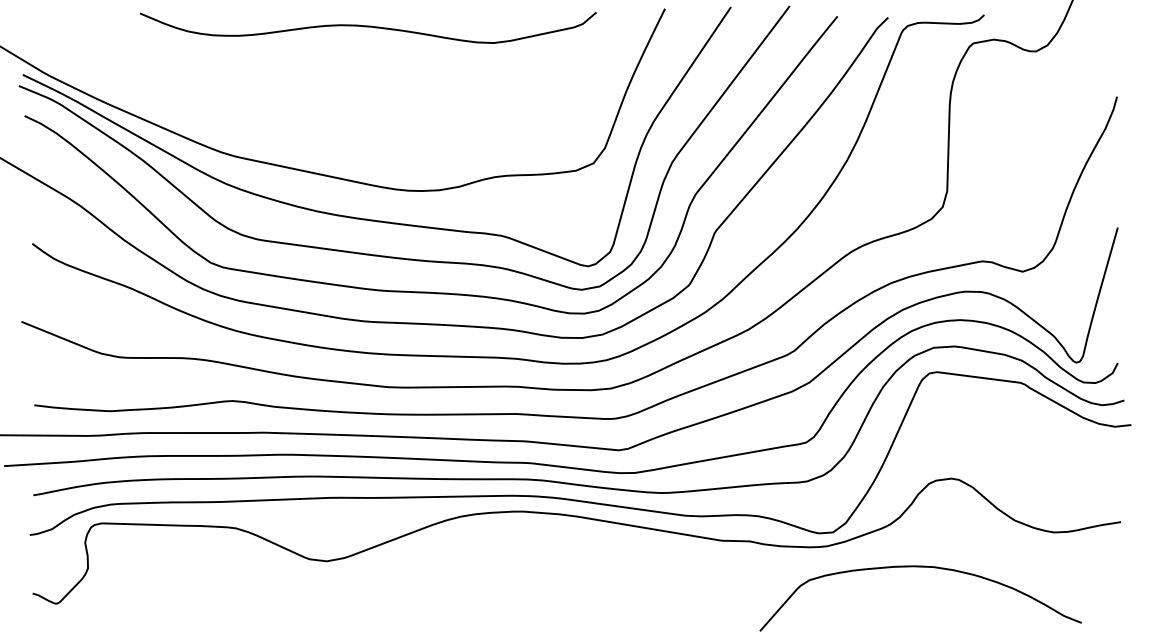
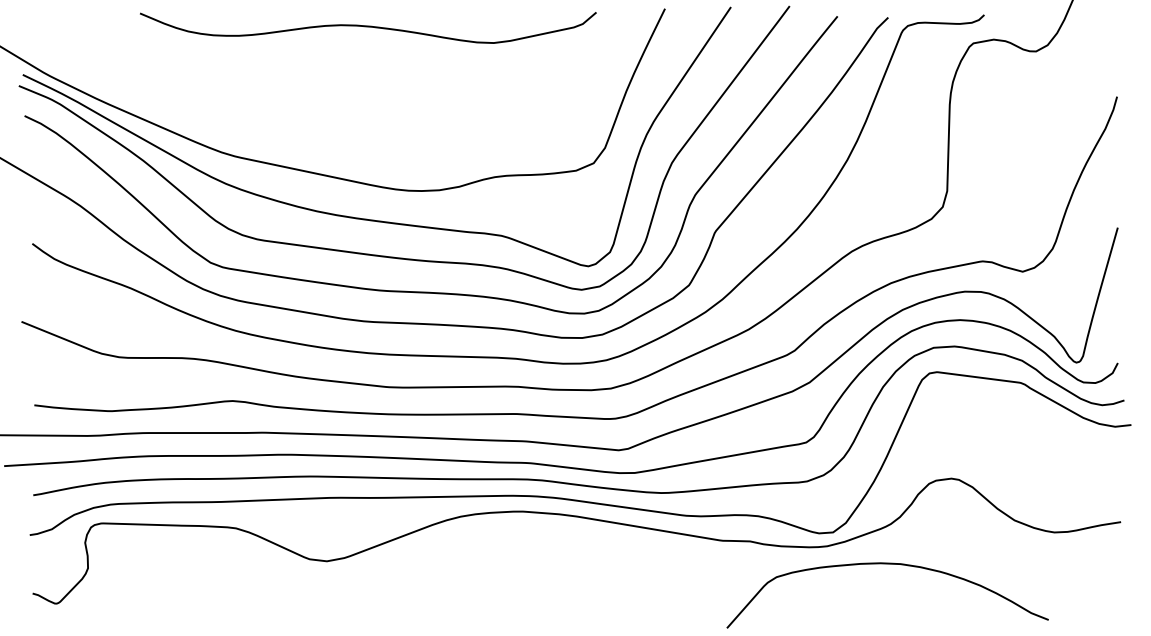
curve at (920, 567) position: (920, 567) -> (887, 564)
